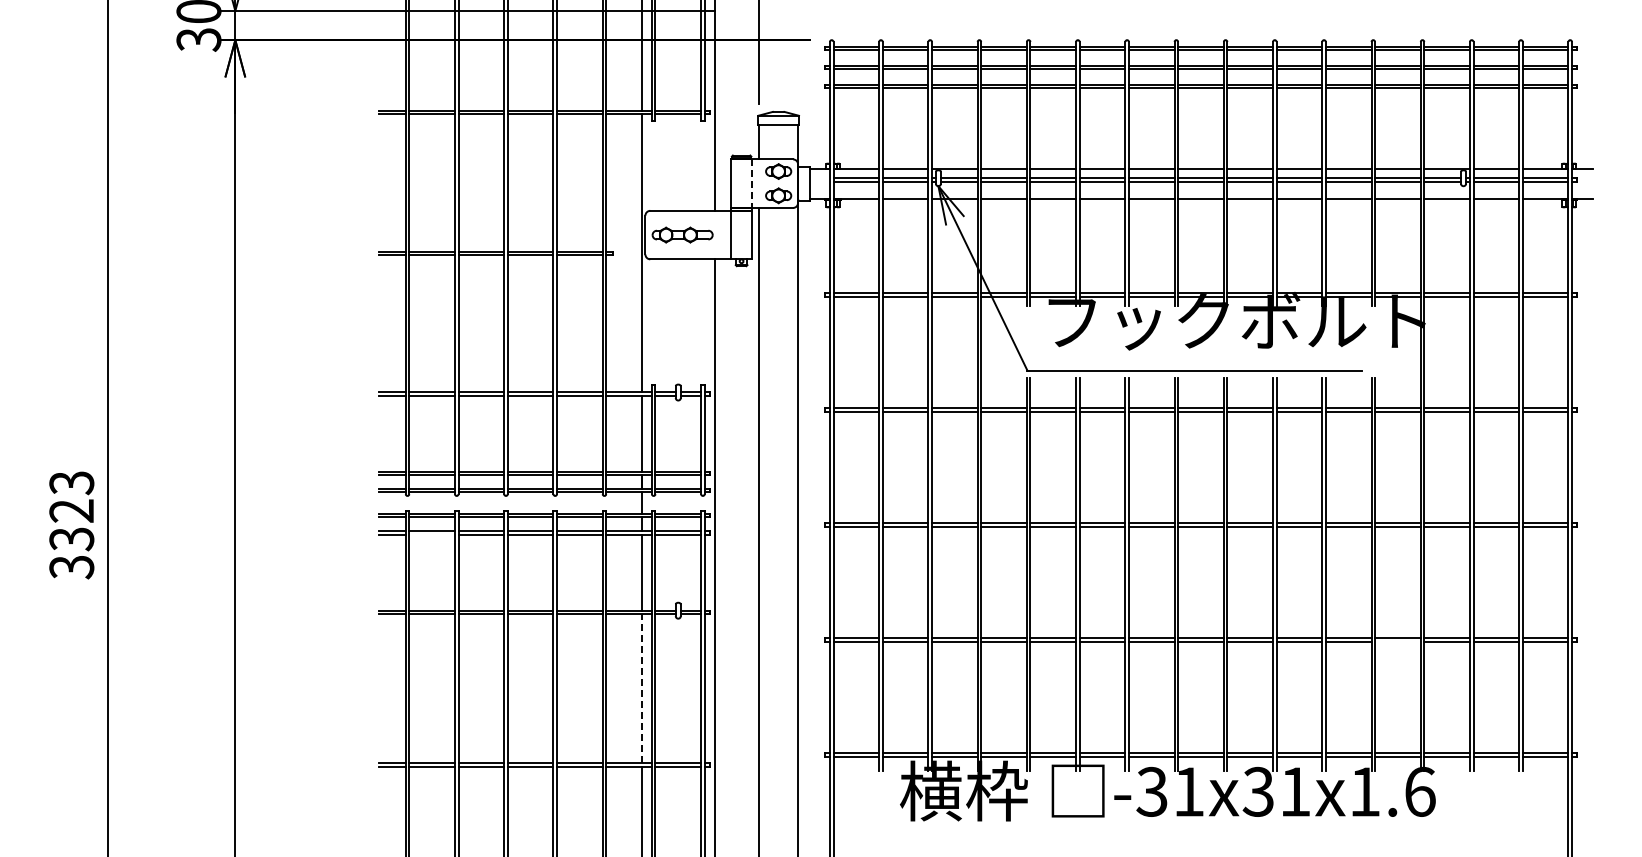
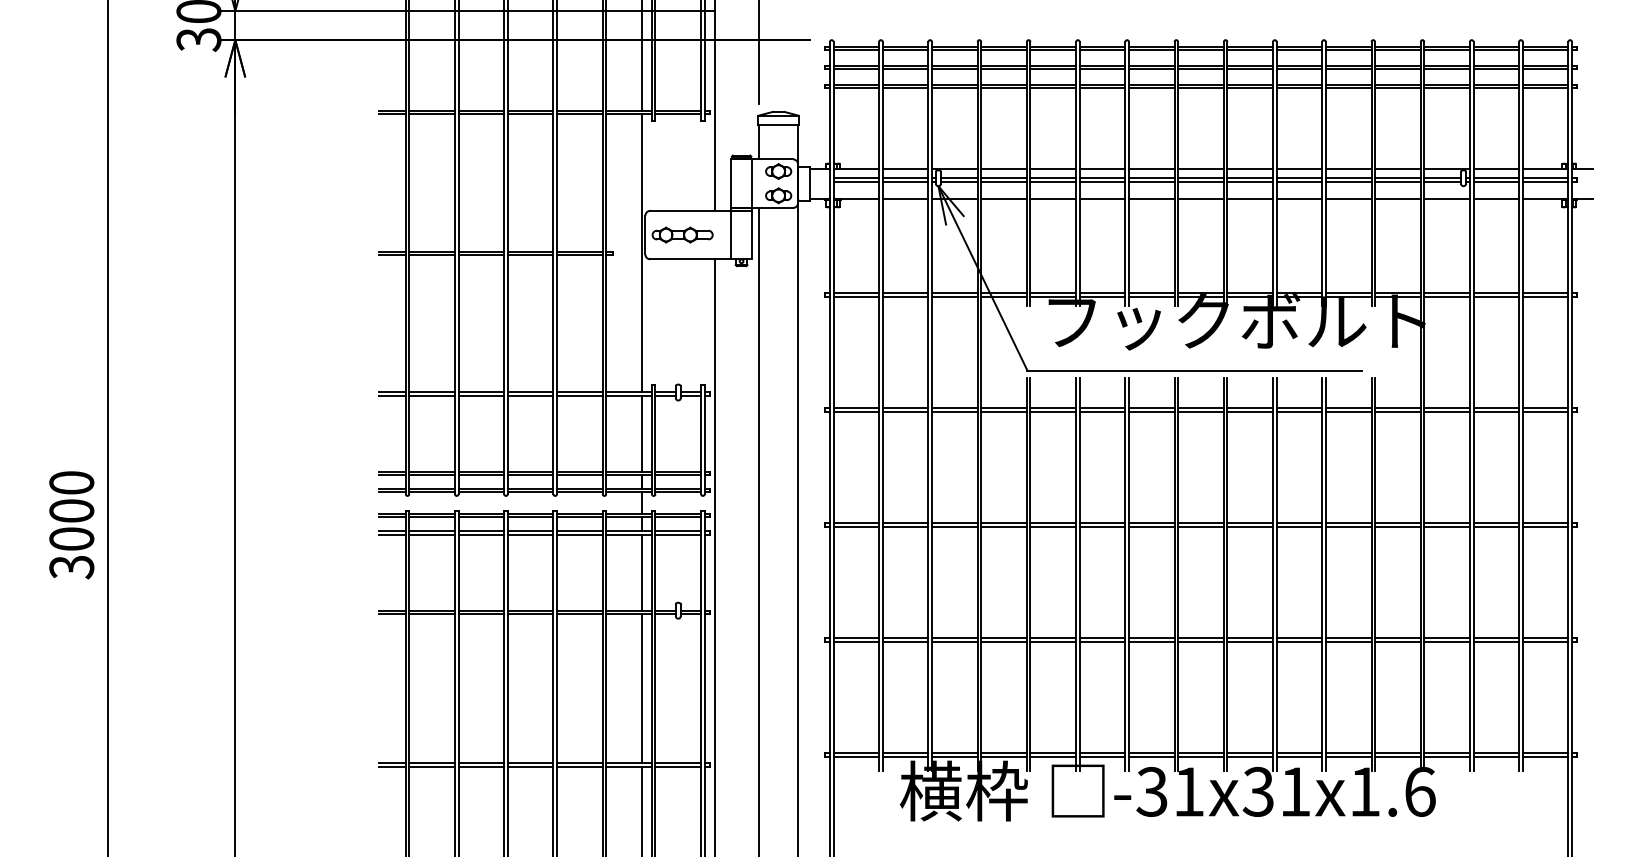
line at (752, 184): dashed -> solid
text at (71, 511): 3323 -> 3000
line at (432, 534): none -> present
line at (1397, 641): none -> present
line at (641, 688): dashed -> solid
